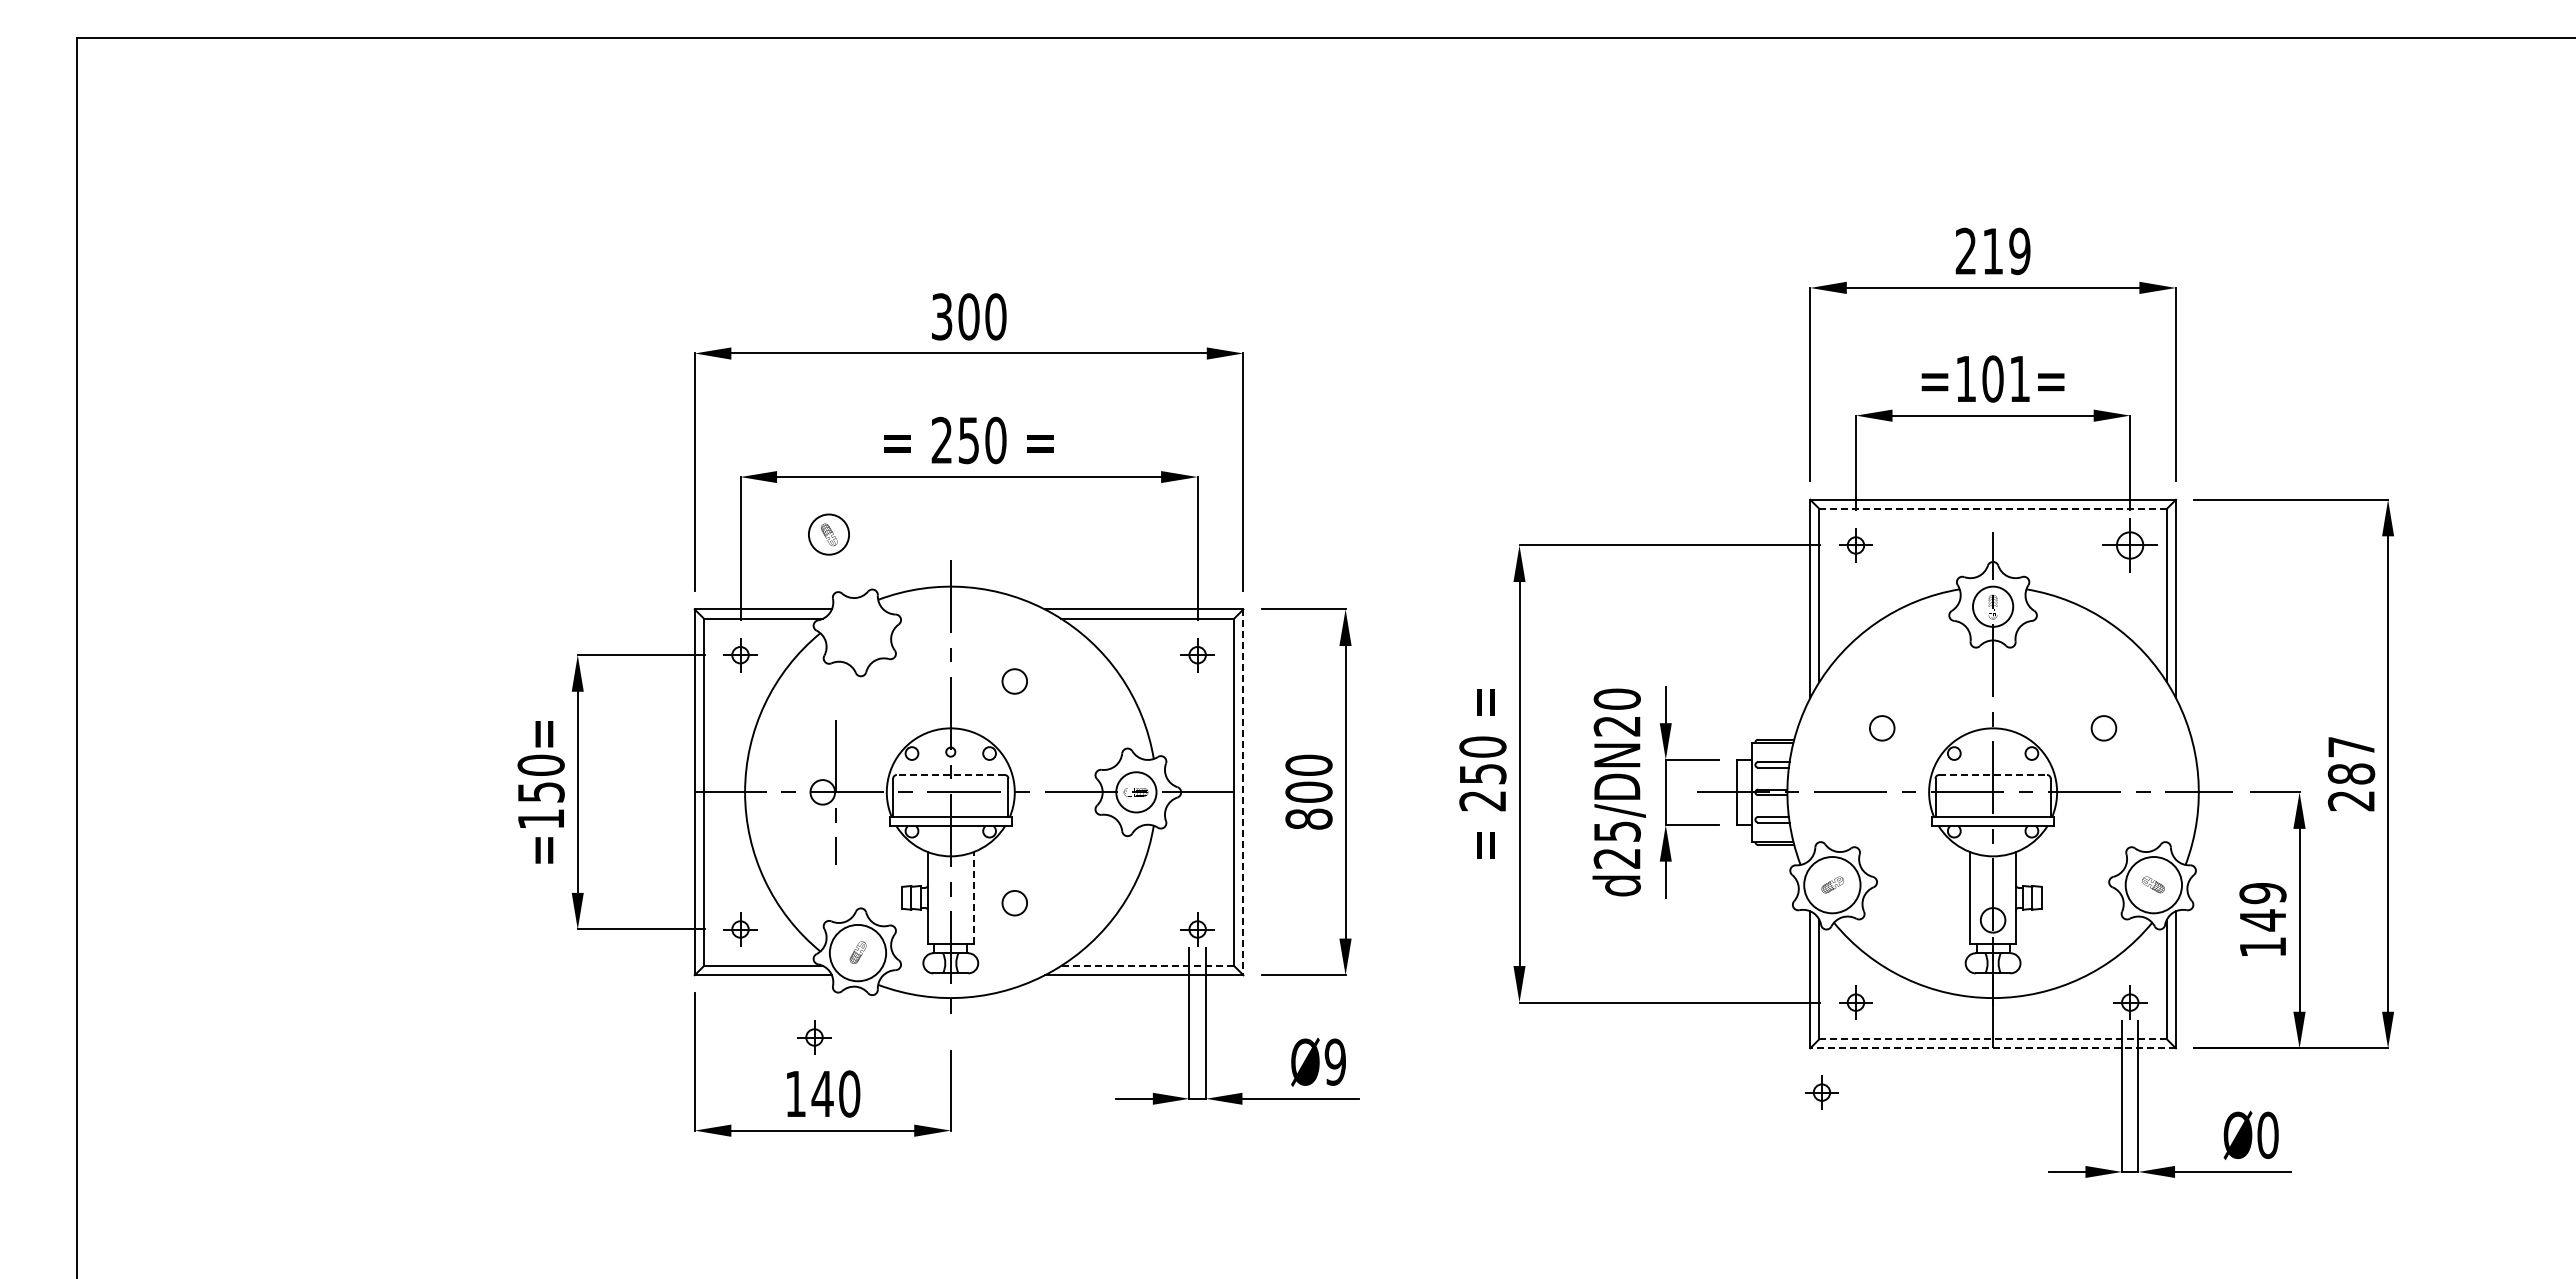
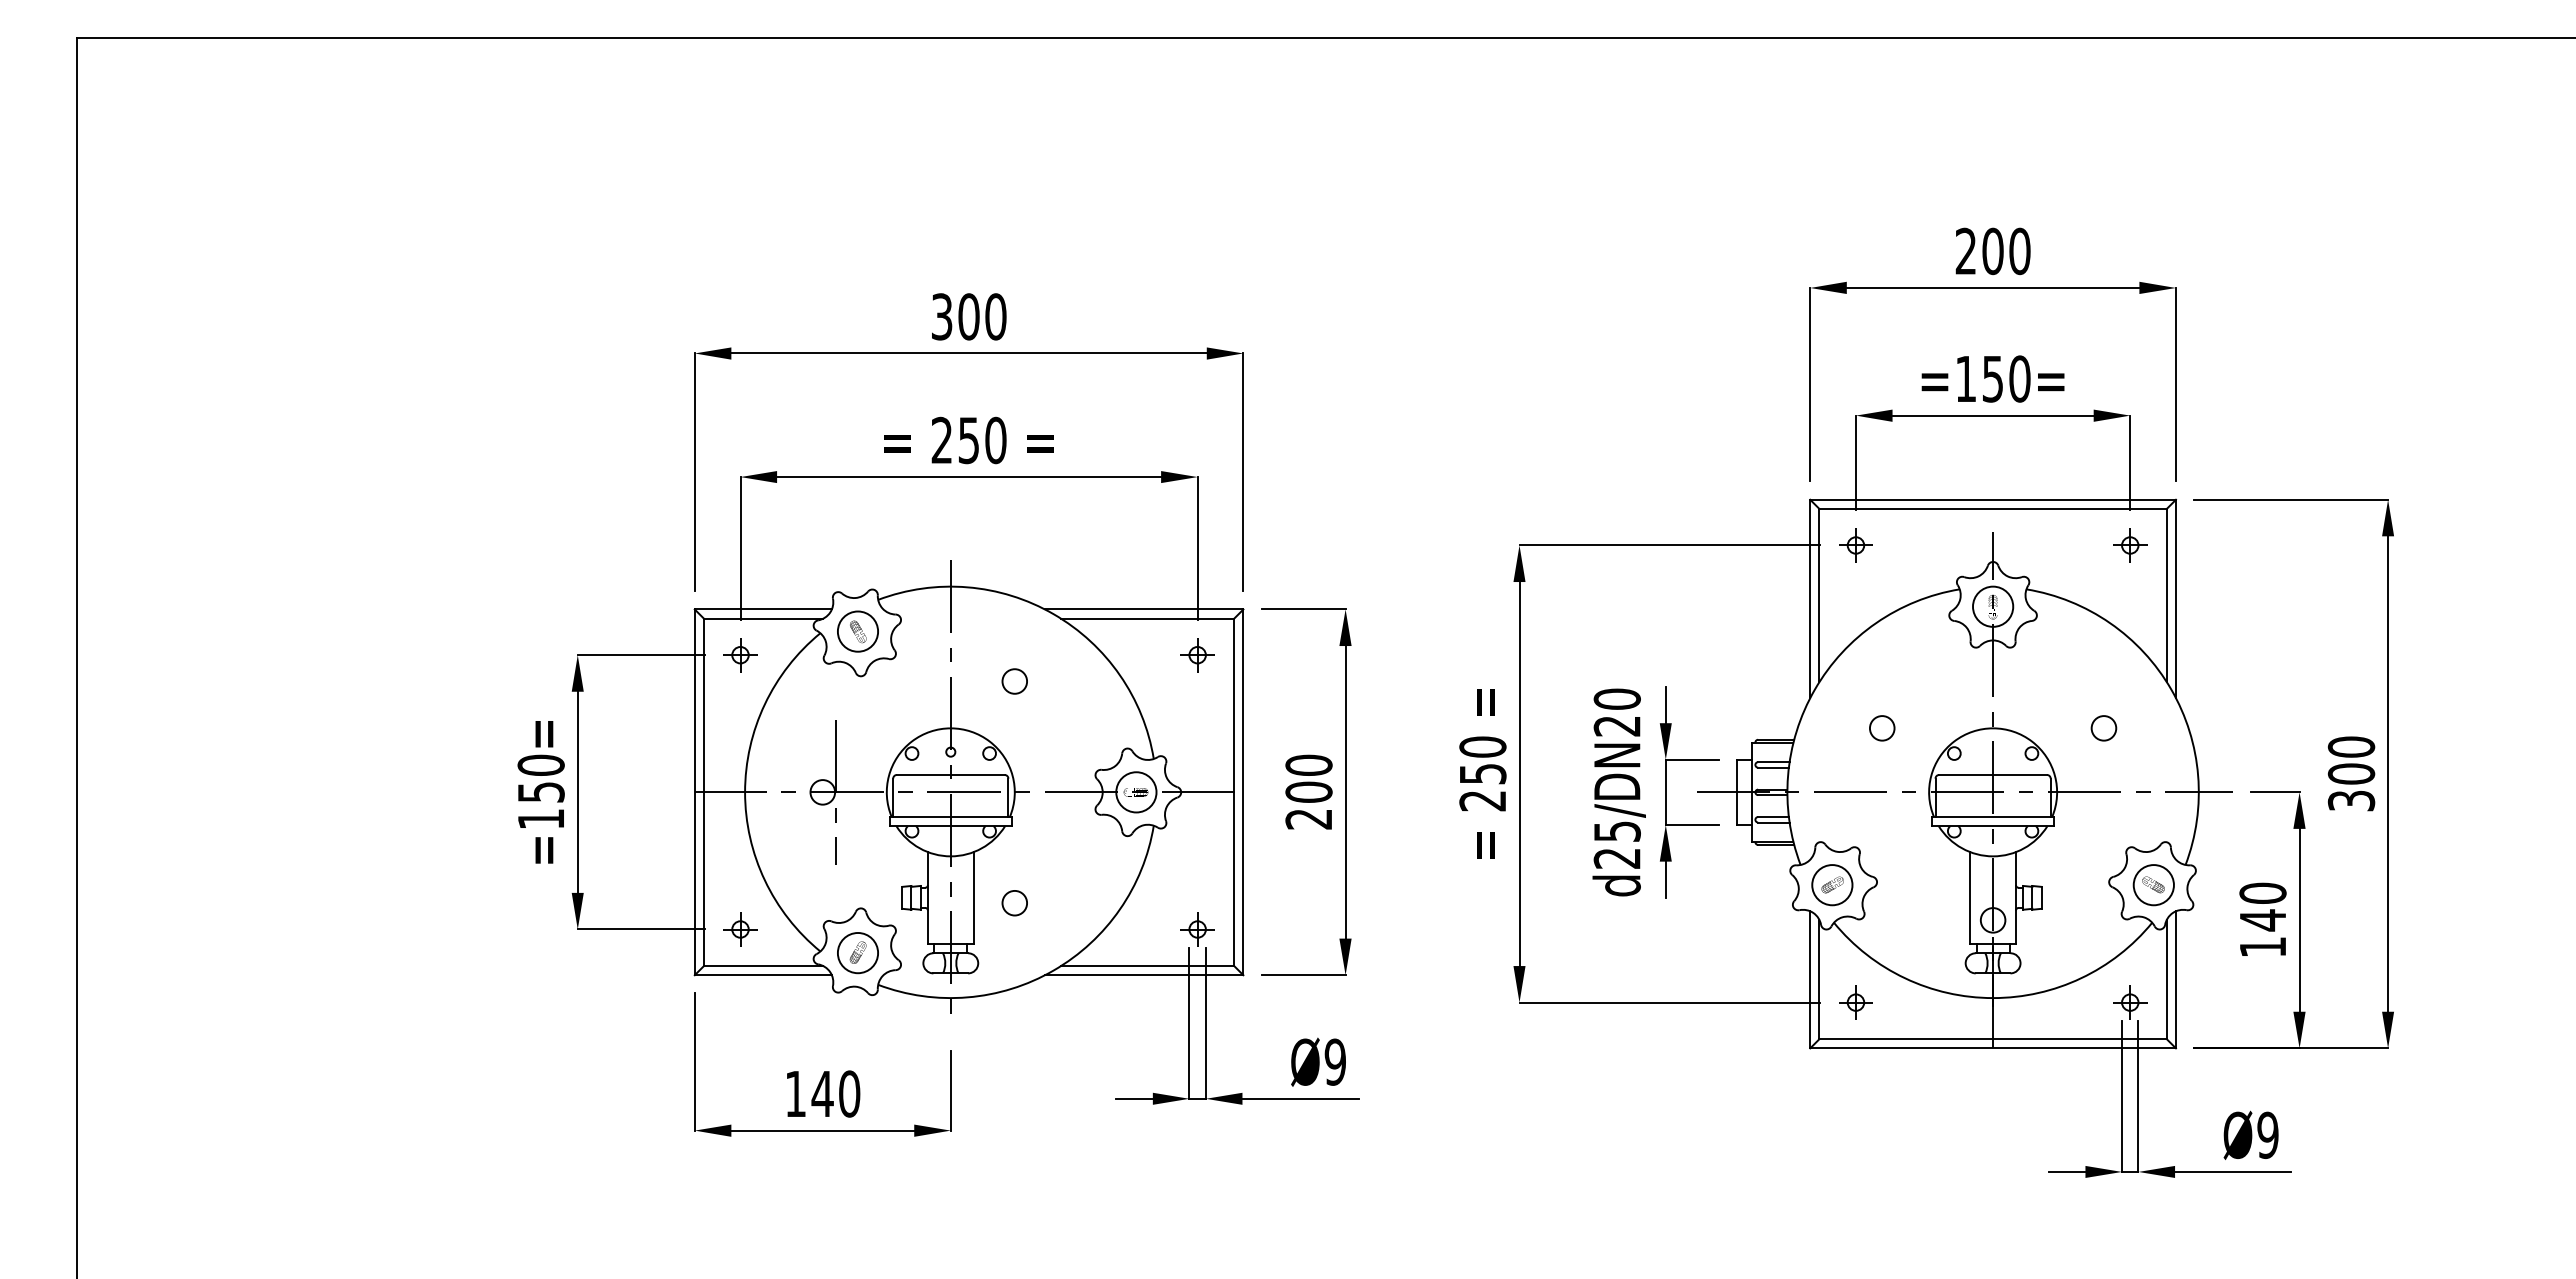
text at (2006, 251): 219 -> 200
text at (2006, 378): =101= -> =150=
line at (1993, 508): dashed -> solid
part at (828, 534) position: (828, 534) -> (857, 631)
part at (2129, 545) size: 56x55 px -> 35x35 px
text at (2351, 773): 287 -> 300
line at (950, 774): dashed -> solid
line at (1993, 774): dashed -> solid
line at (1243, 792): dashed -> solid
text at (1308, 818): 800 -> 200
circle at (1832, 885) diameter: 56 px -> 40 px
circle at (2153, 885) diameter: 56 px -> 40 px
text at (2262, 893): 149 -> 140
line at (973, 898): dashed -> solid
circle at (857, 952) diameter: 56 px -> 40 px
line at (1147, 966): dashed -> solid
part at (814, 1037): present -> none
line at (1993, 1039): dashed -> solid
line at (1993, 1048): dashed -> solid
part at (1821, 1092): present -> none
text at (2267, 1134): Ø0 -> Ø9
